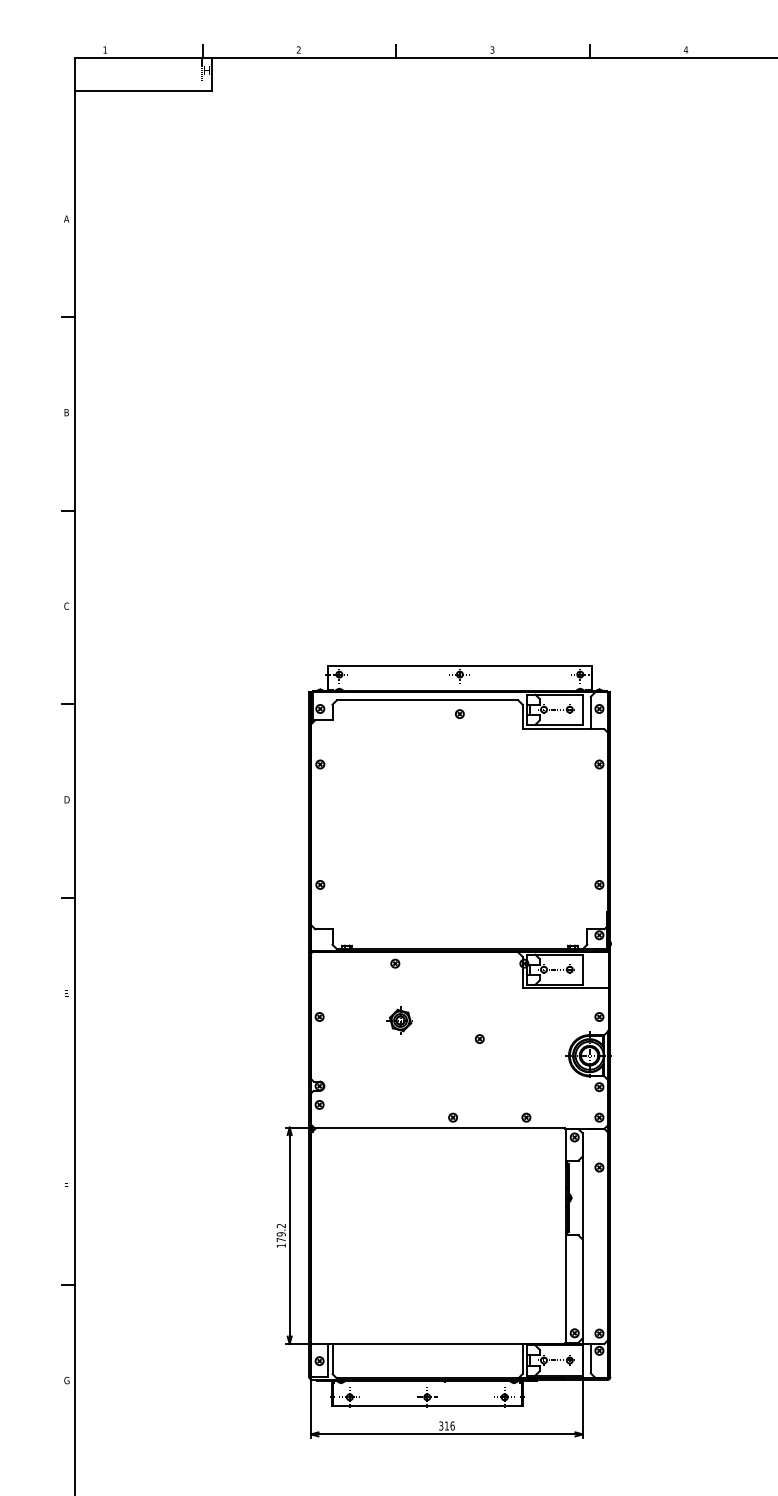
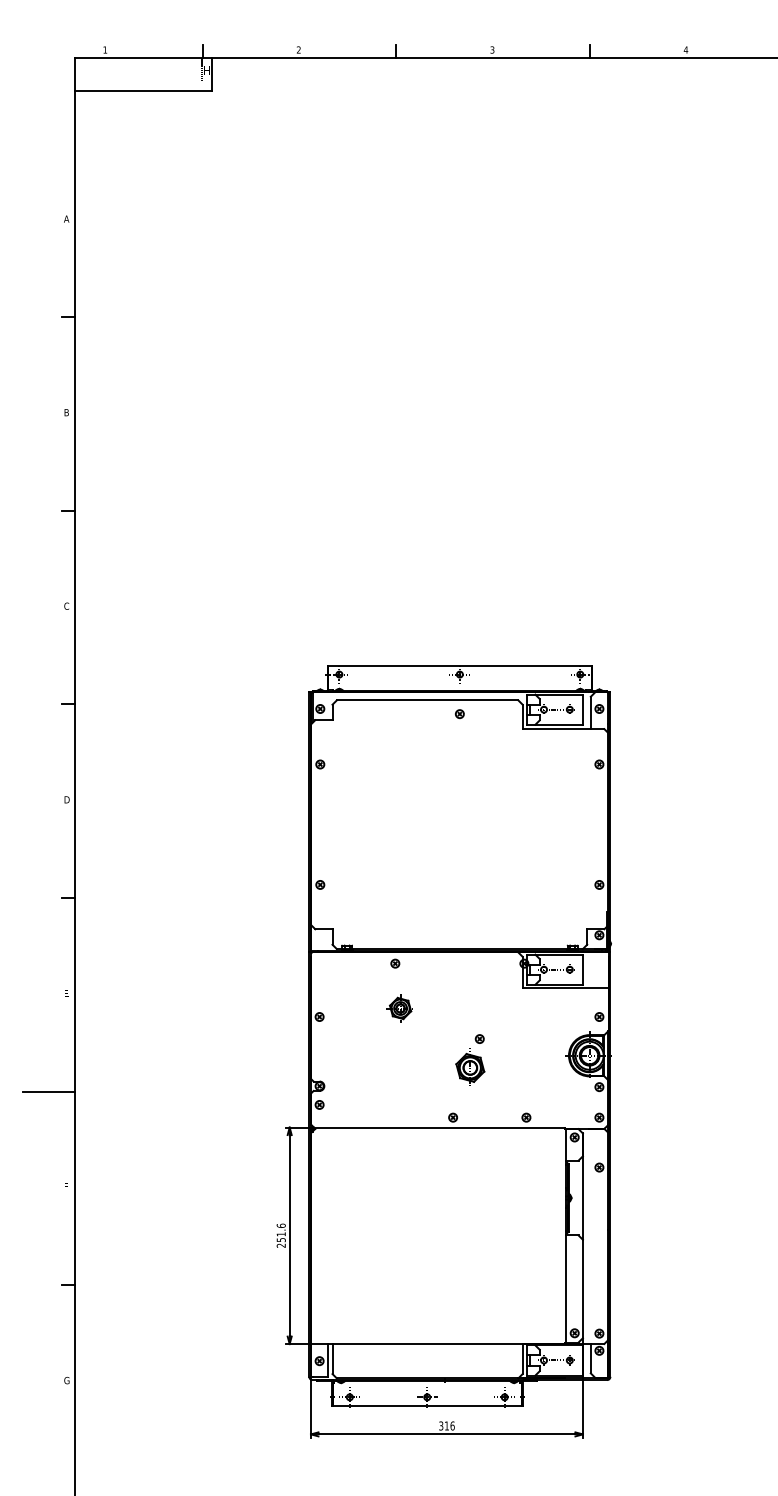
part at (399, 1020) position: (399, 1020) -> (399, 1008)
part at (470, 1066): none -> present
line at (49, 1091): none -> present
text at (280, 1235): 179.2 -> 251.6
